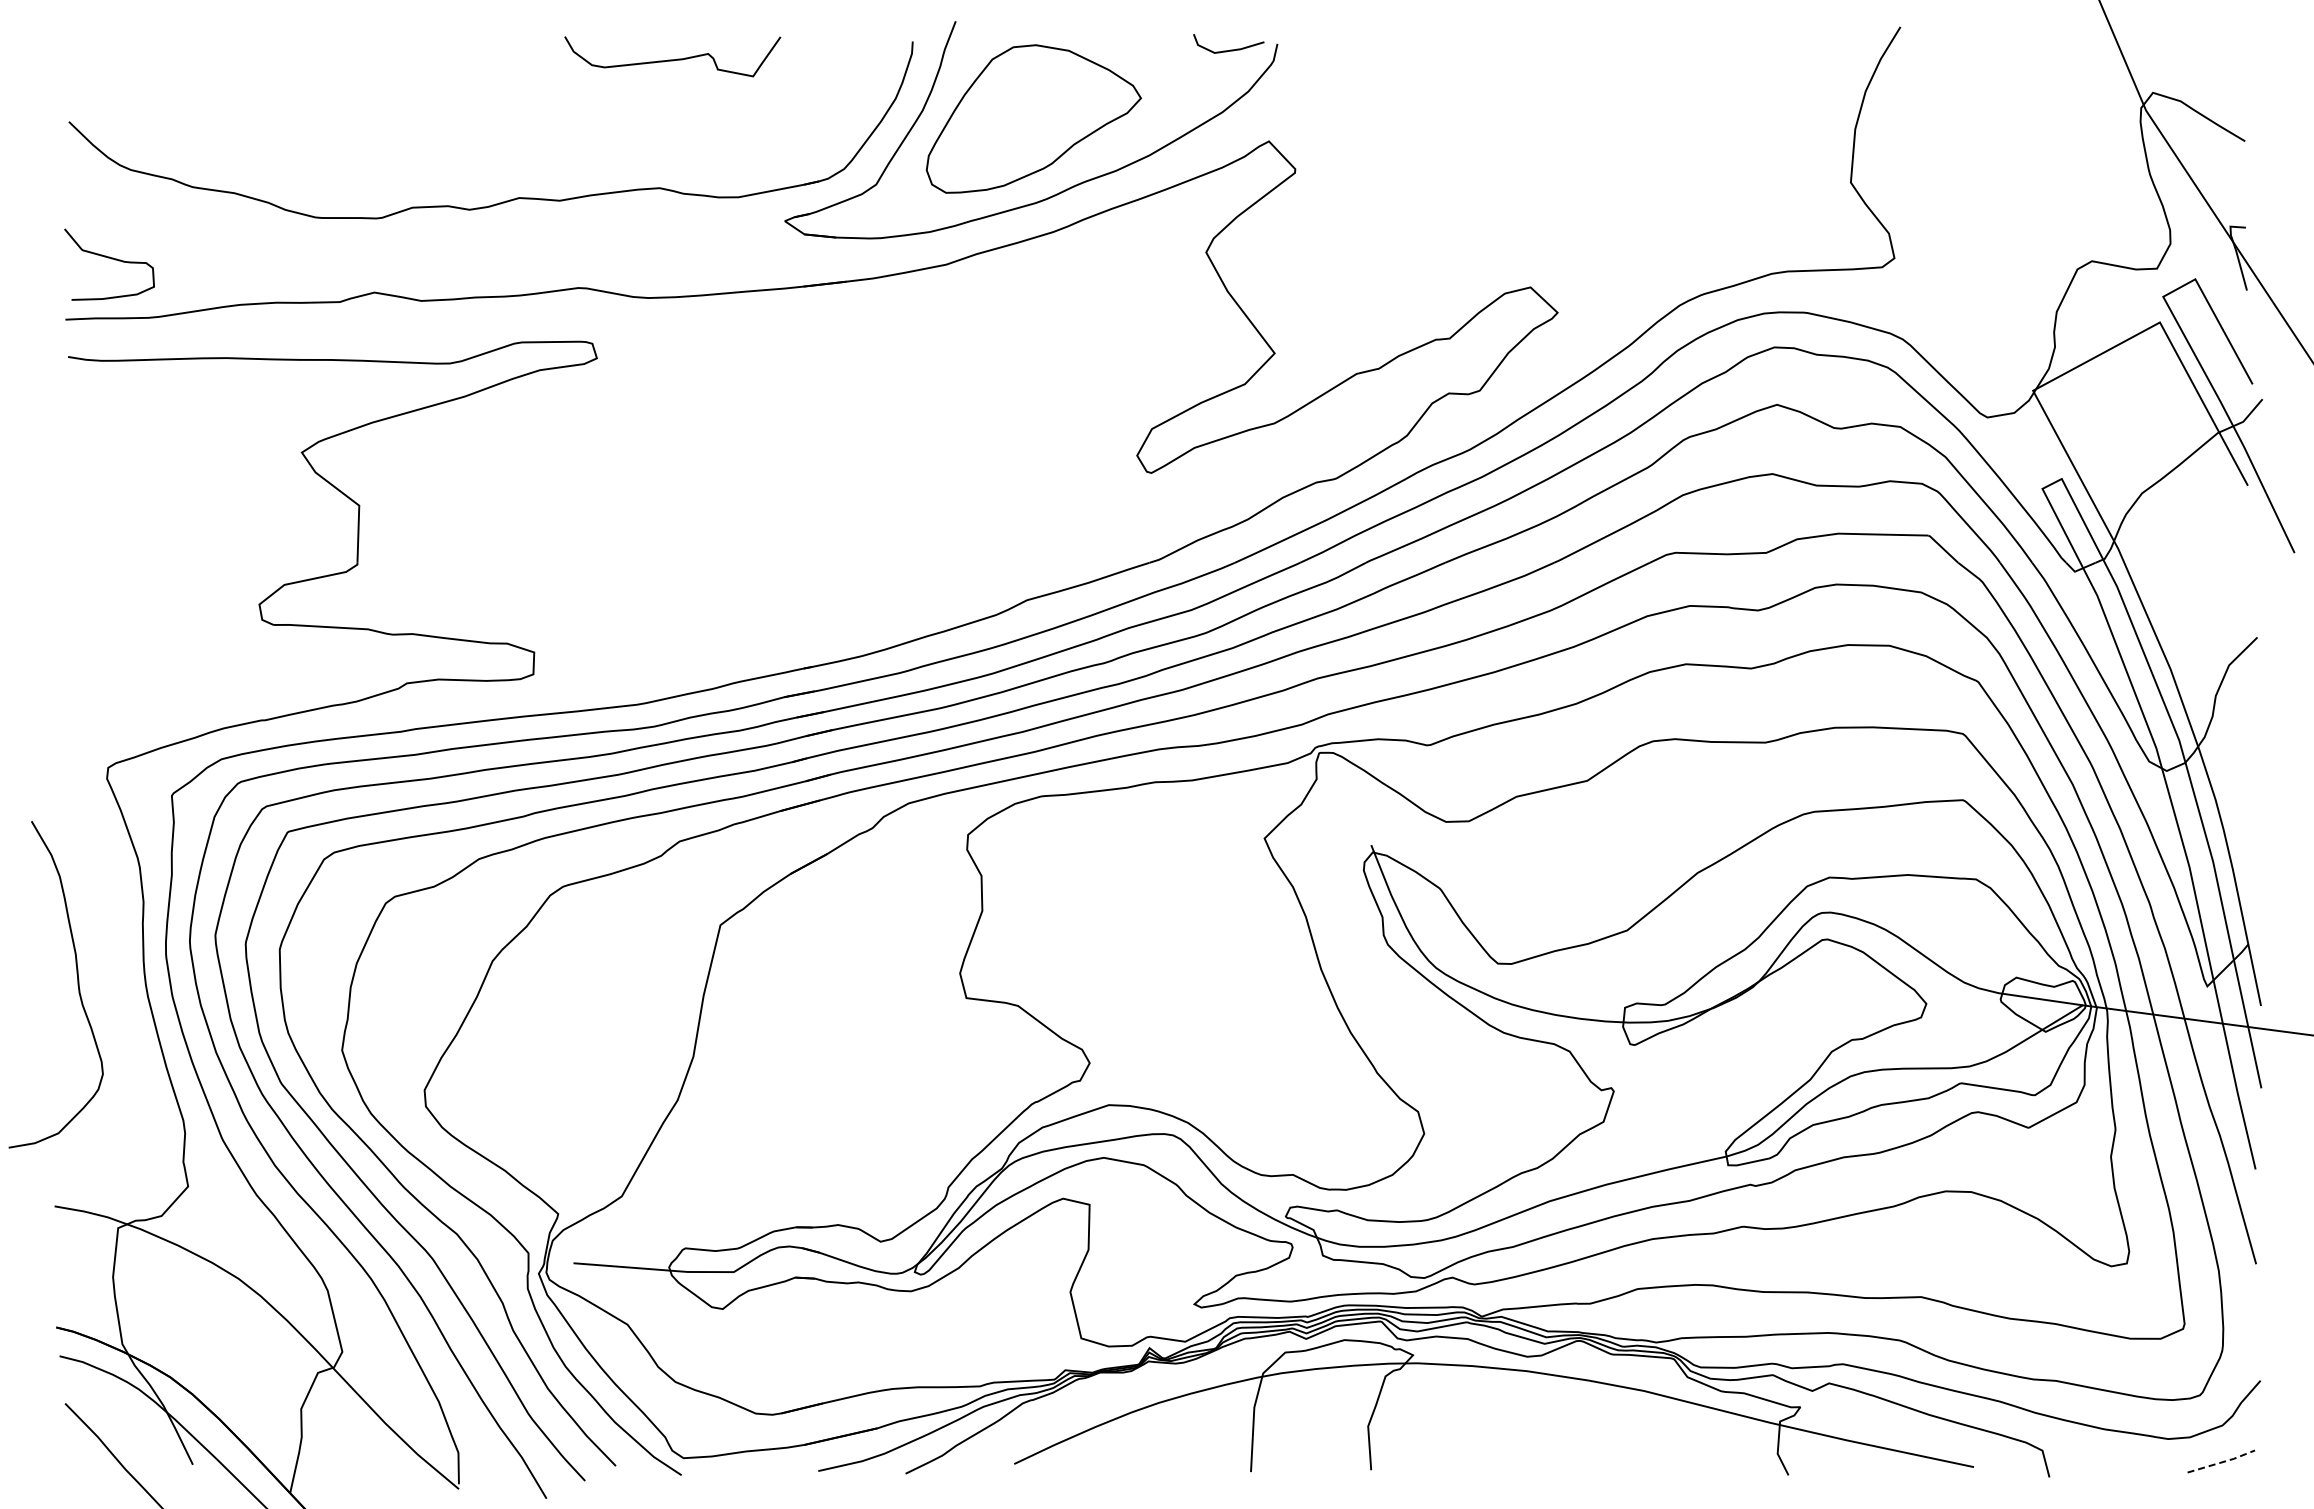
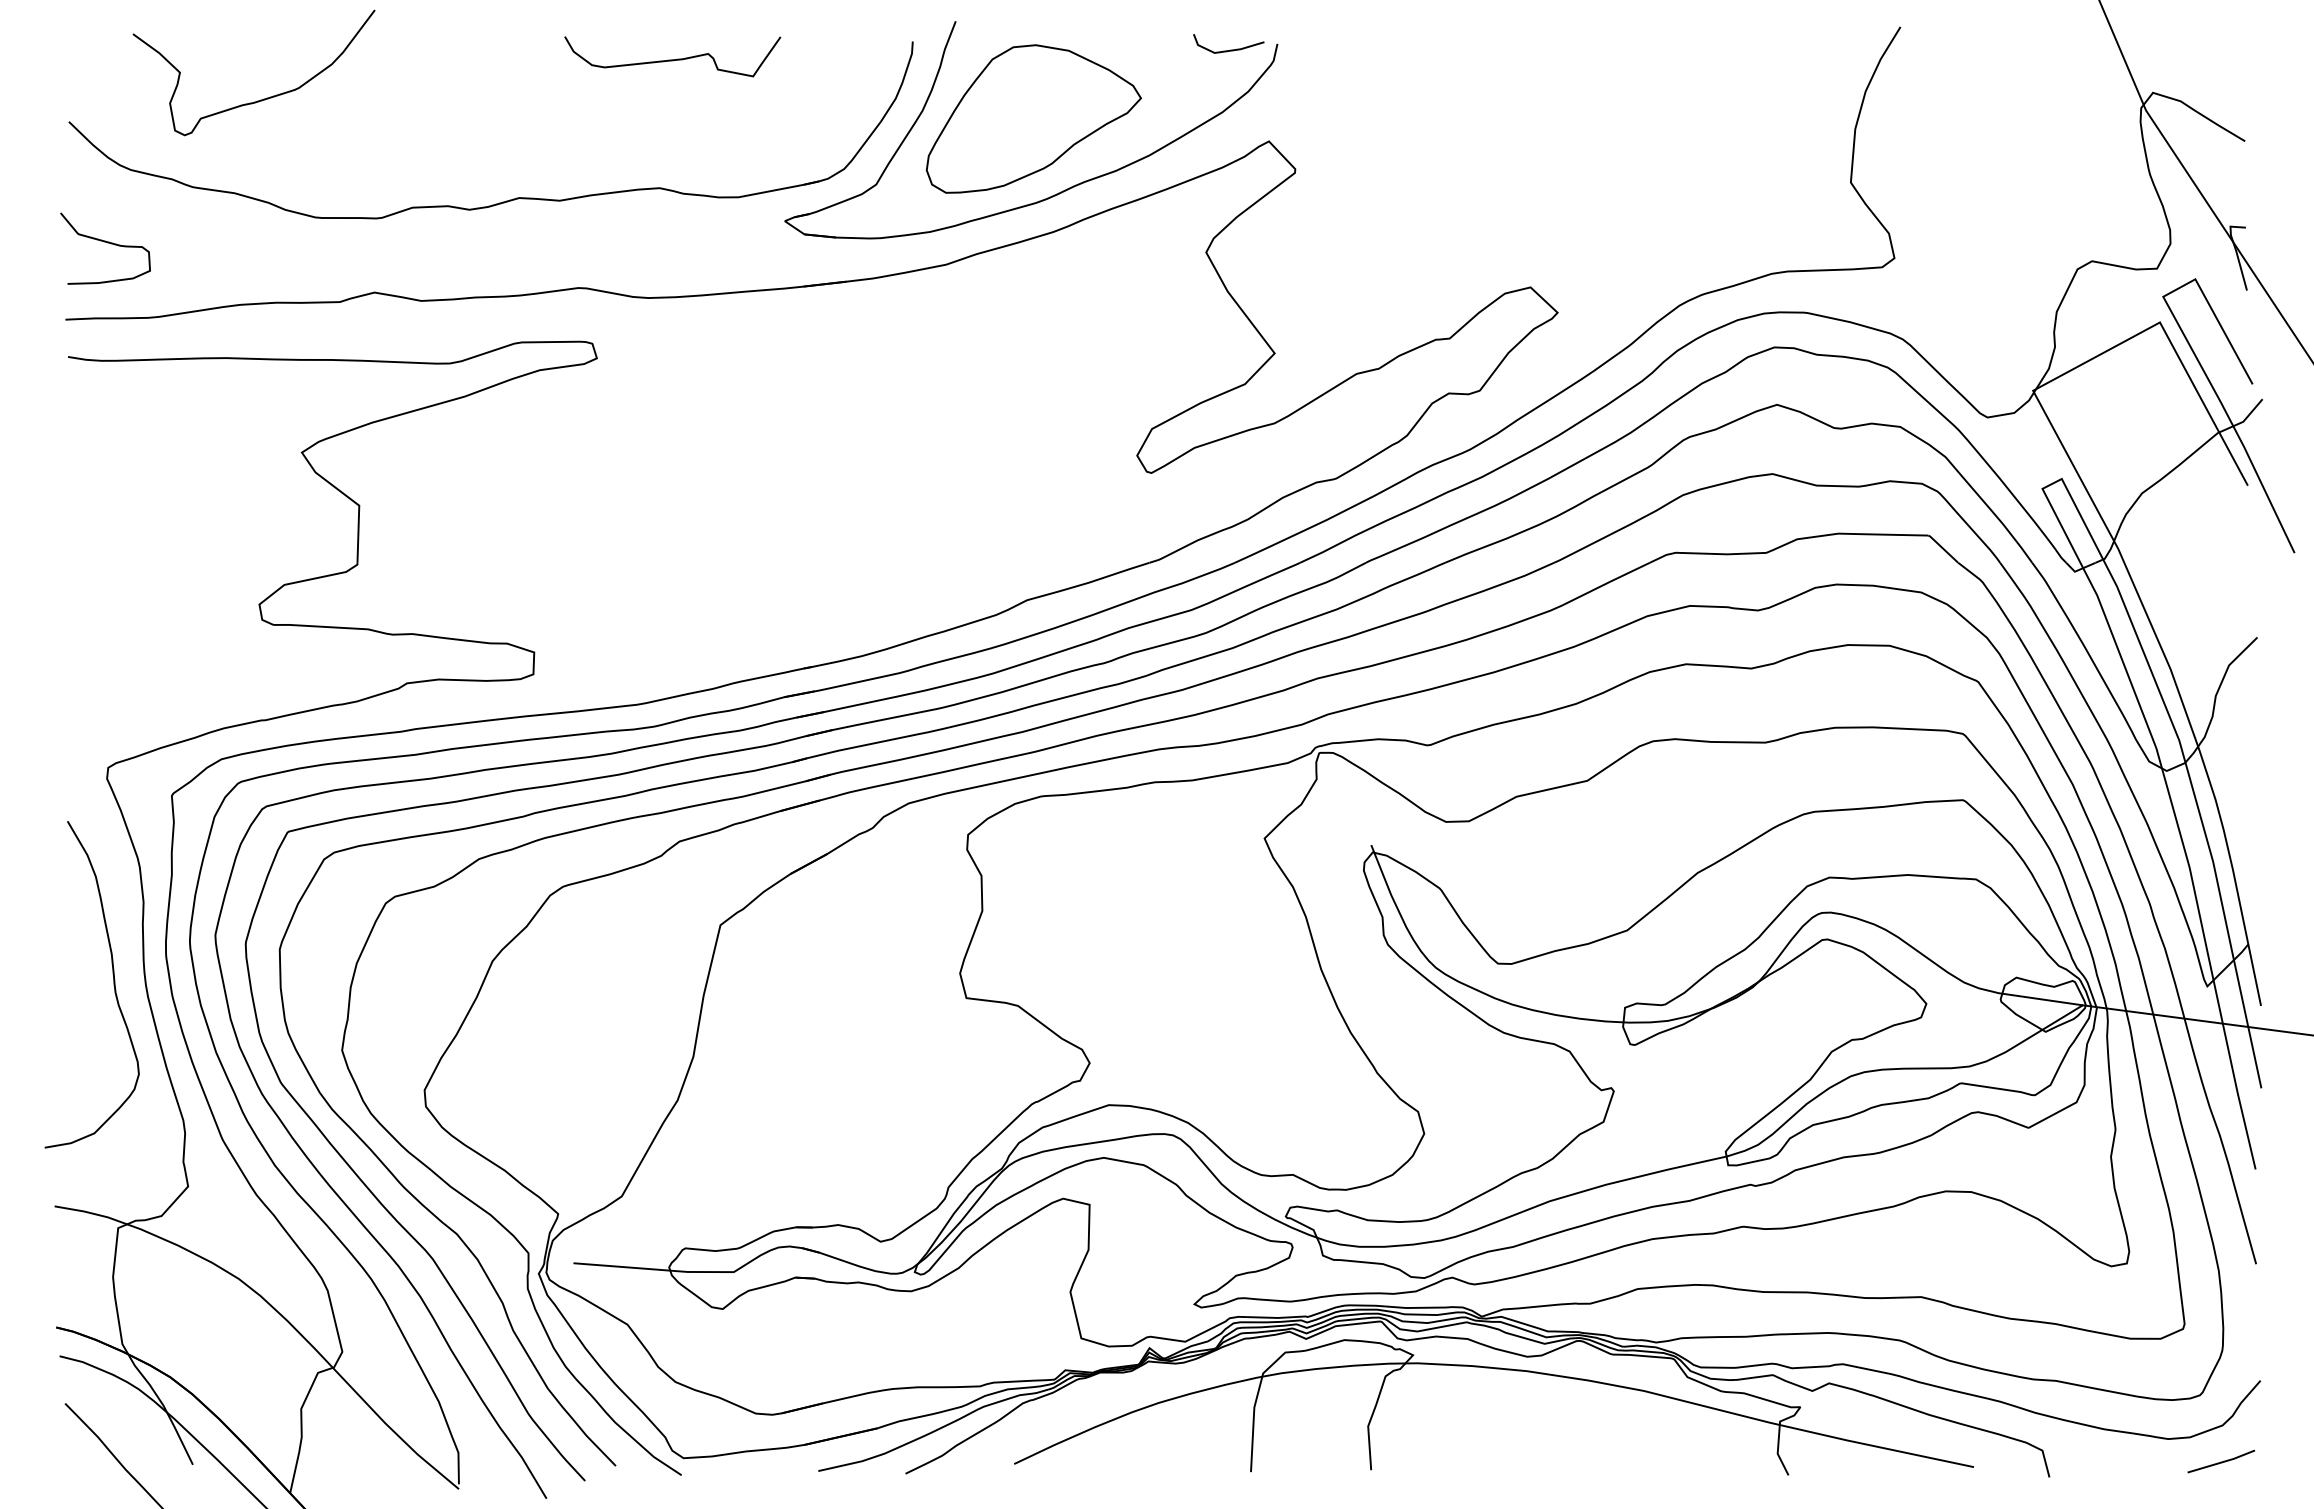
curve at (263, 98): none -> present
curve at (111, 259) position: (111, 259) -> (107, 243)
curve at (77, 984) position: (77, 984) -> (113, 984)
line at (2222, 1462): dashed -> solid
